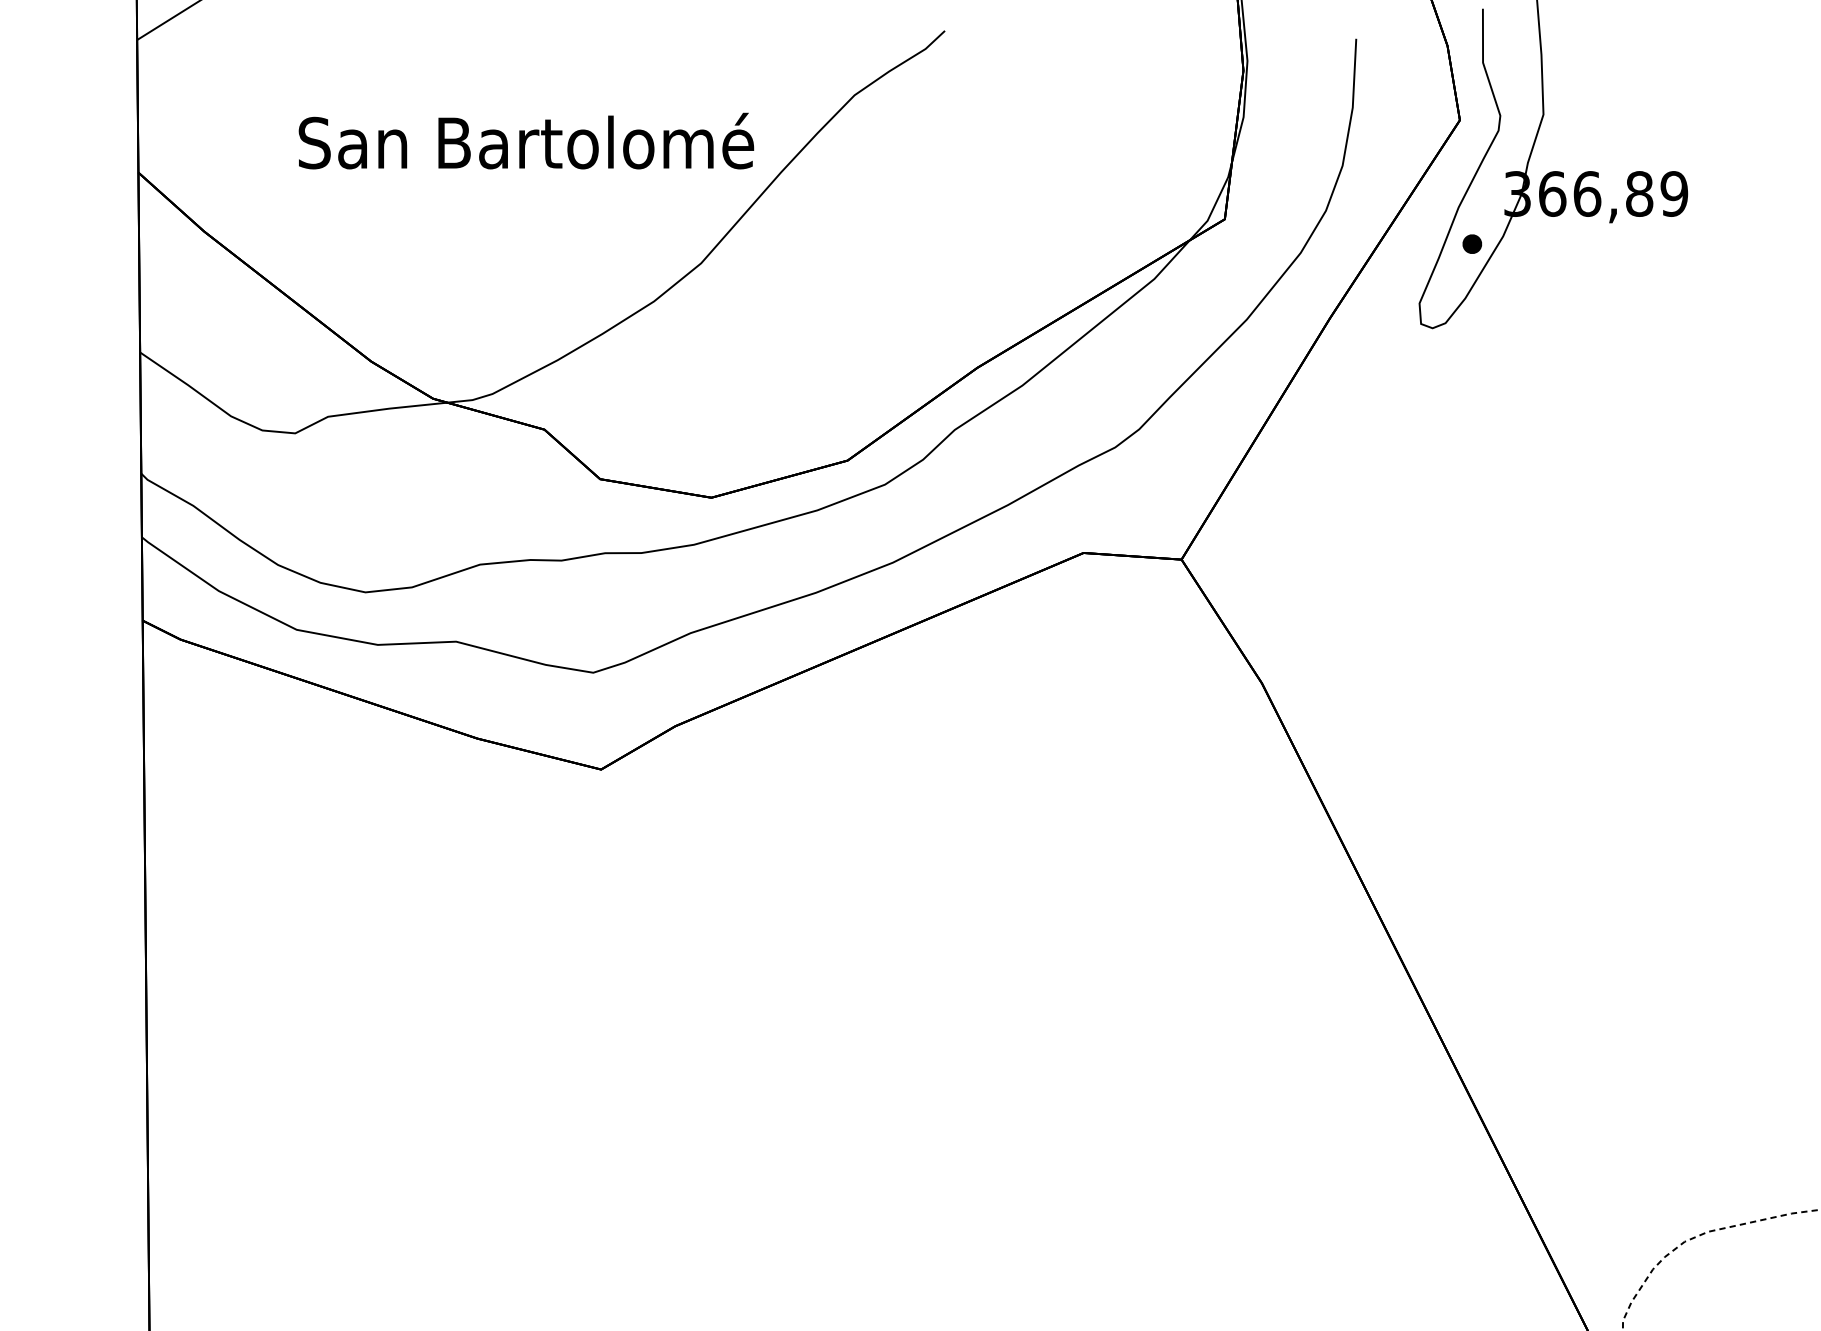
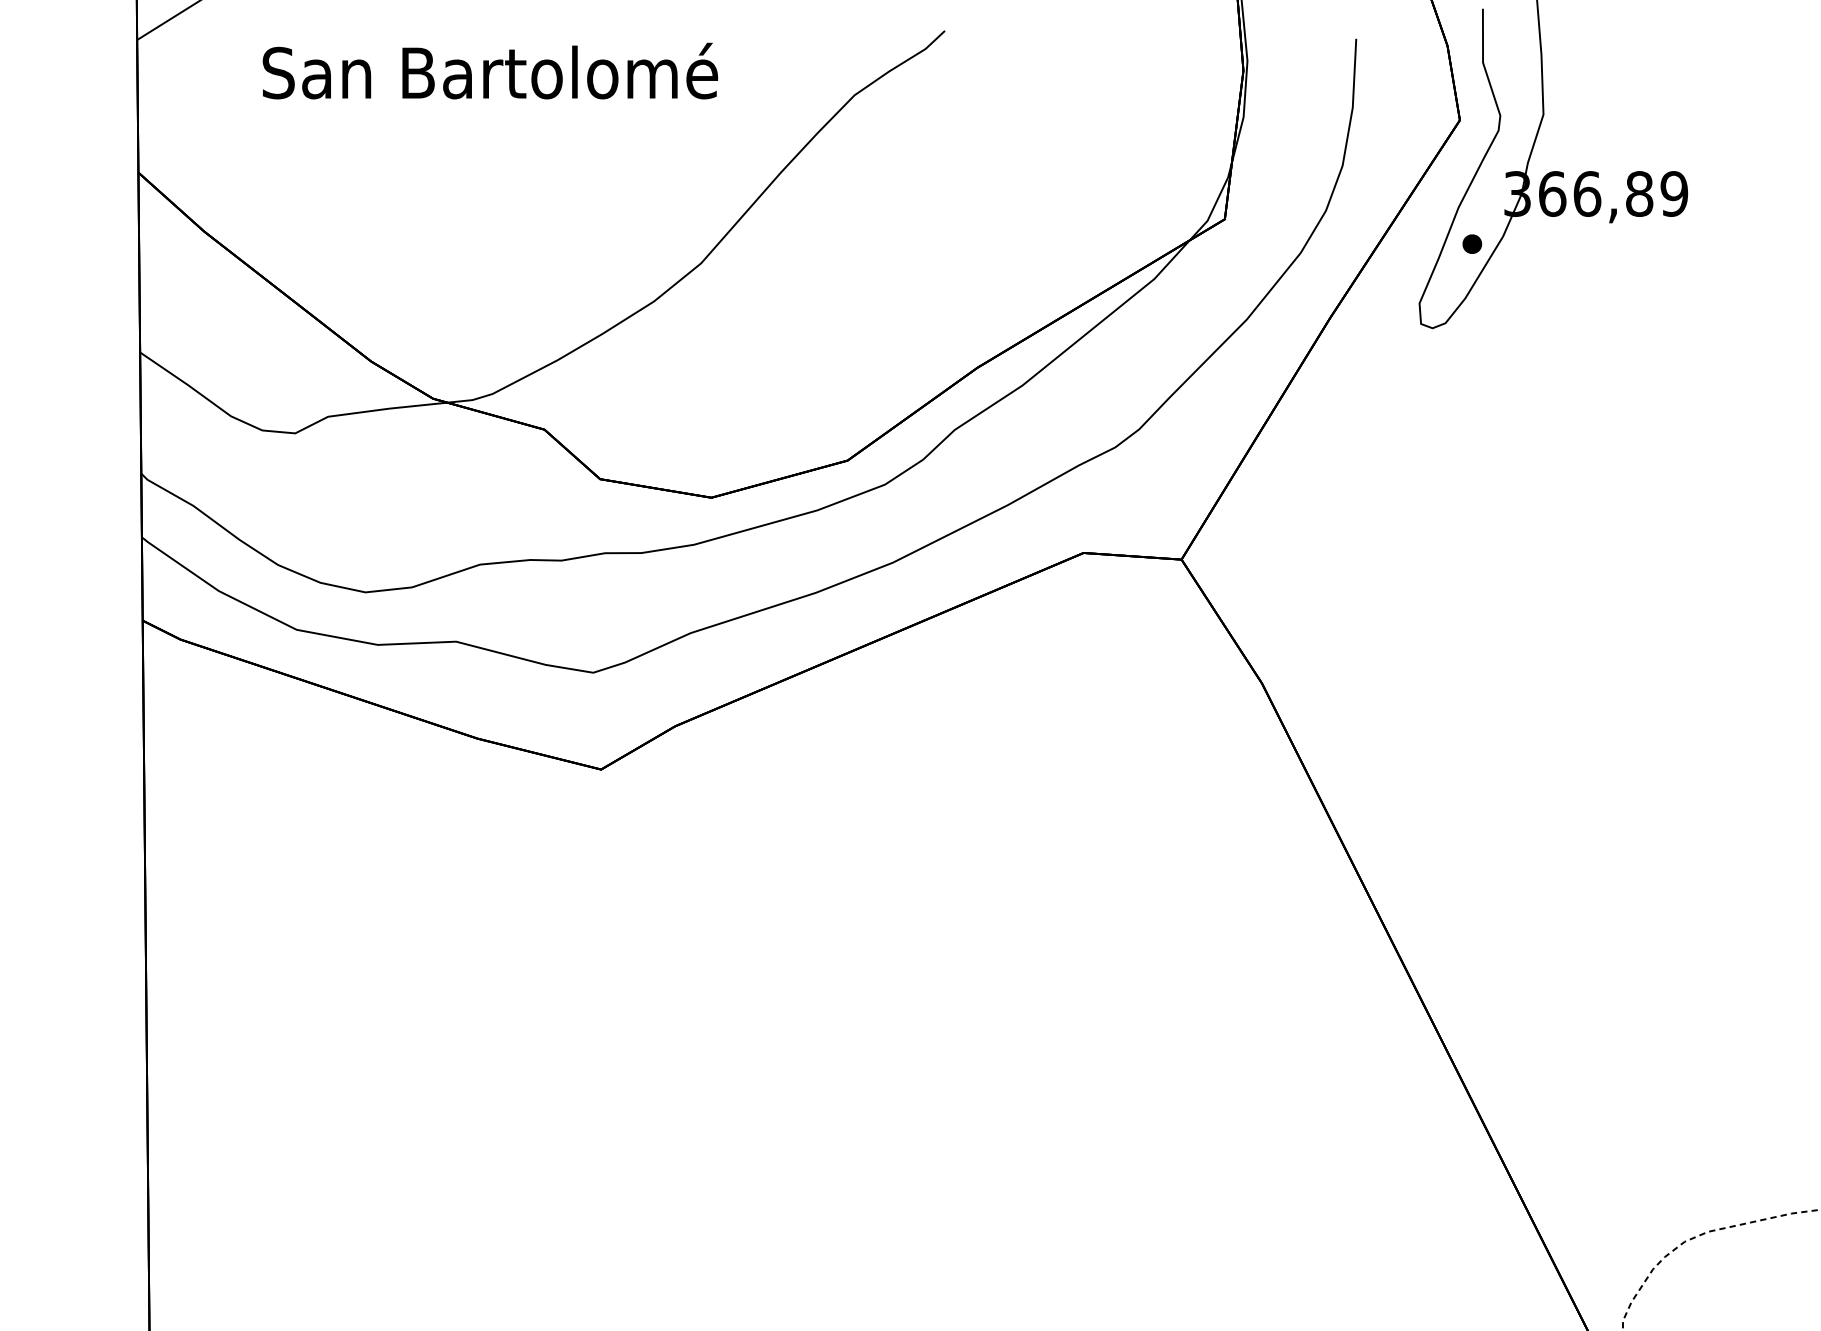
text at (526, 140) position: (526, 140) -> (490, 70)
